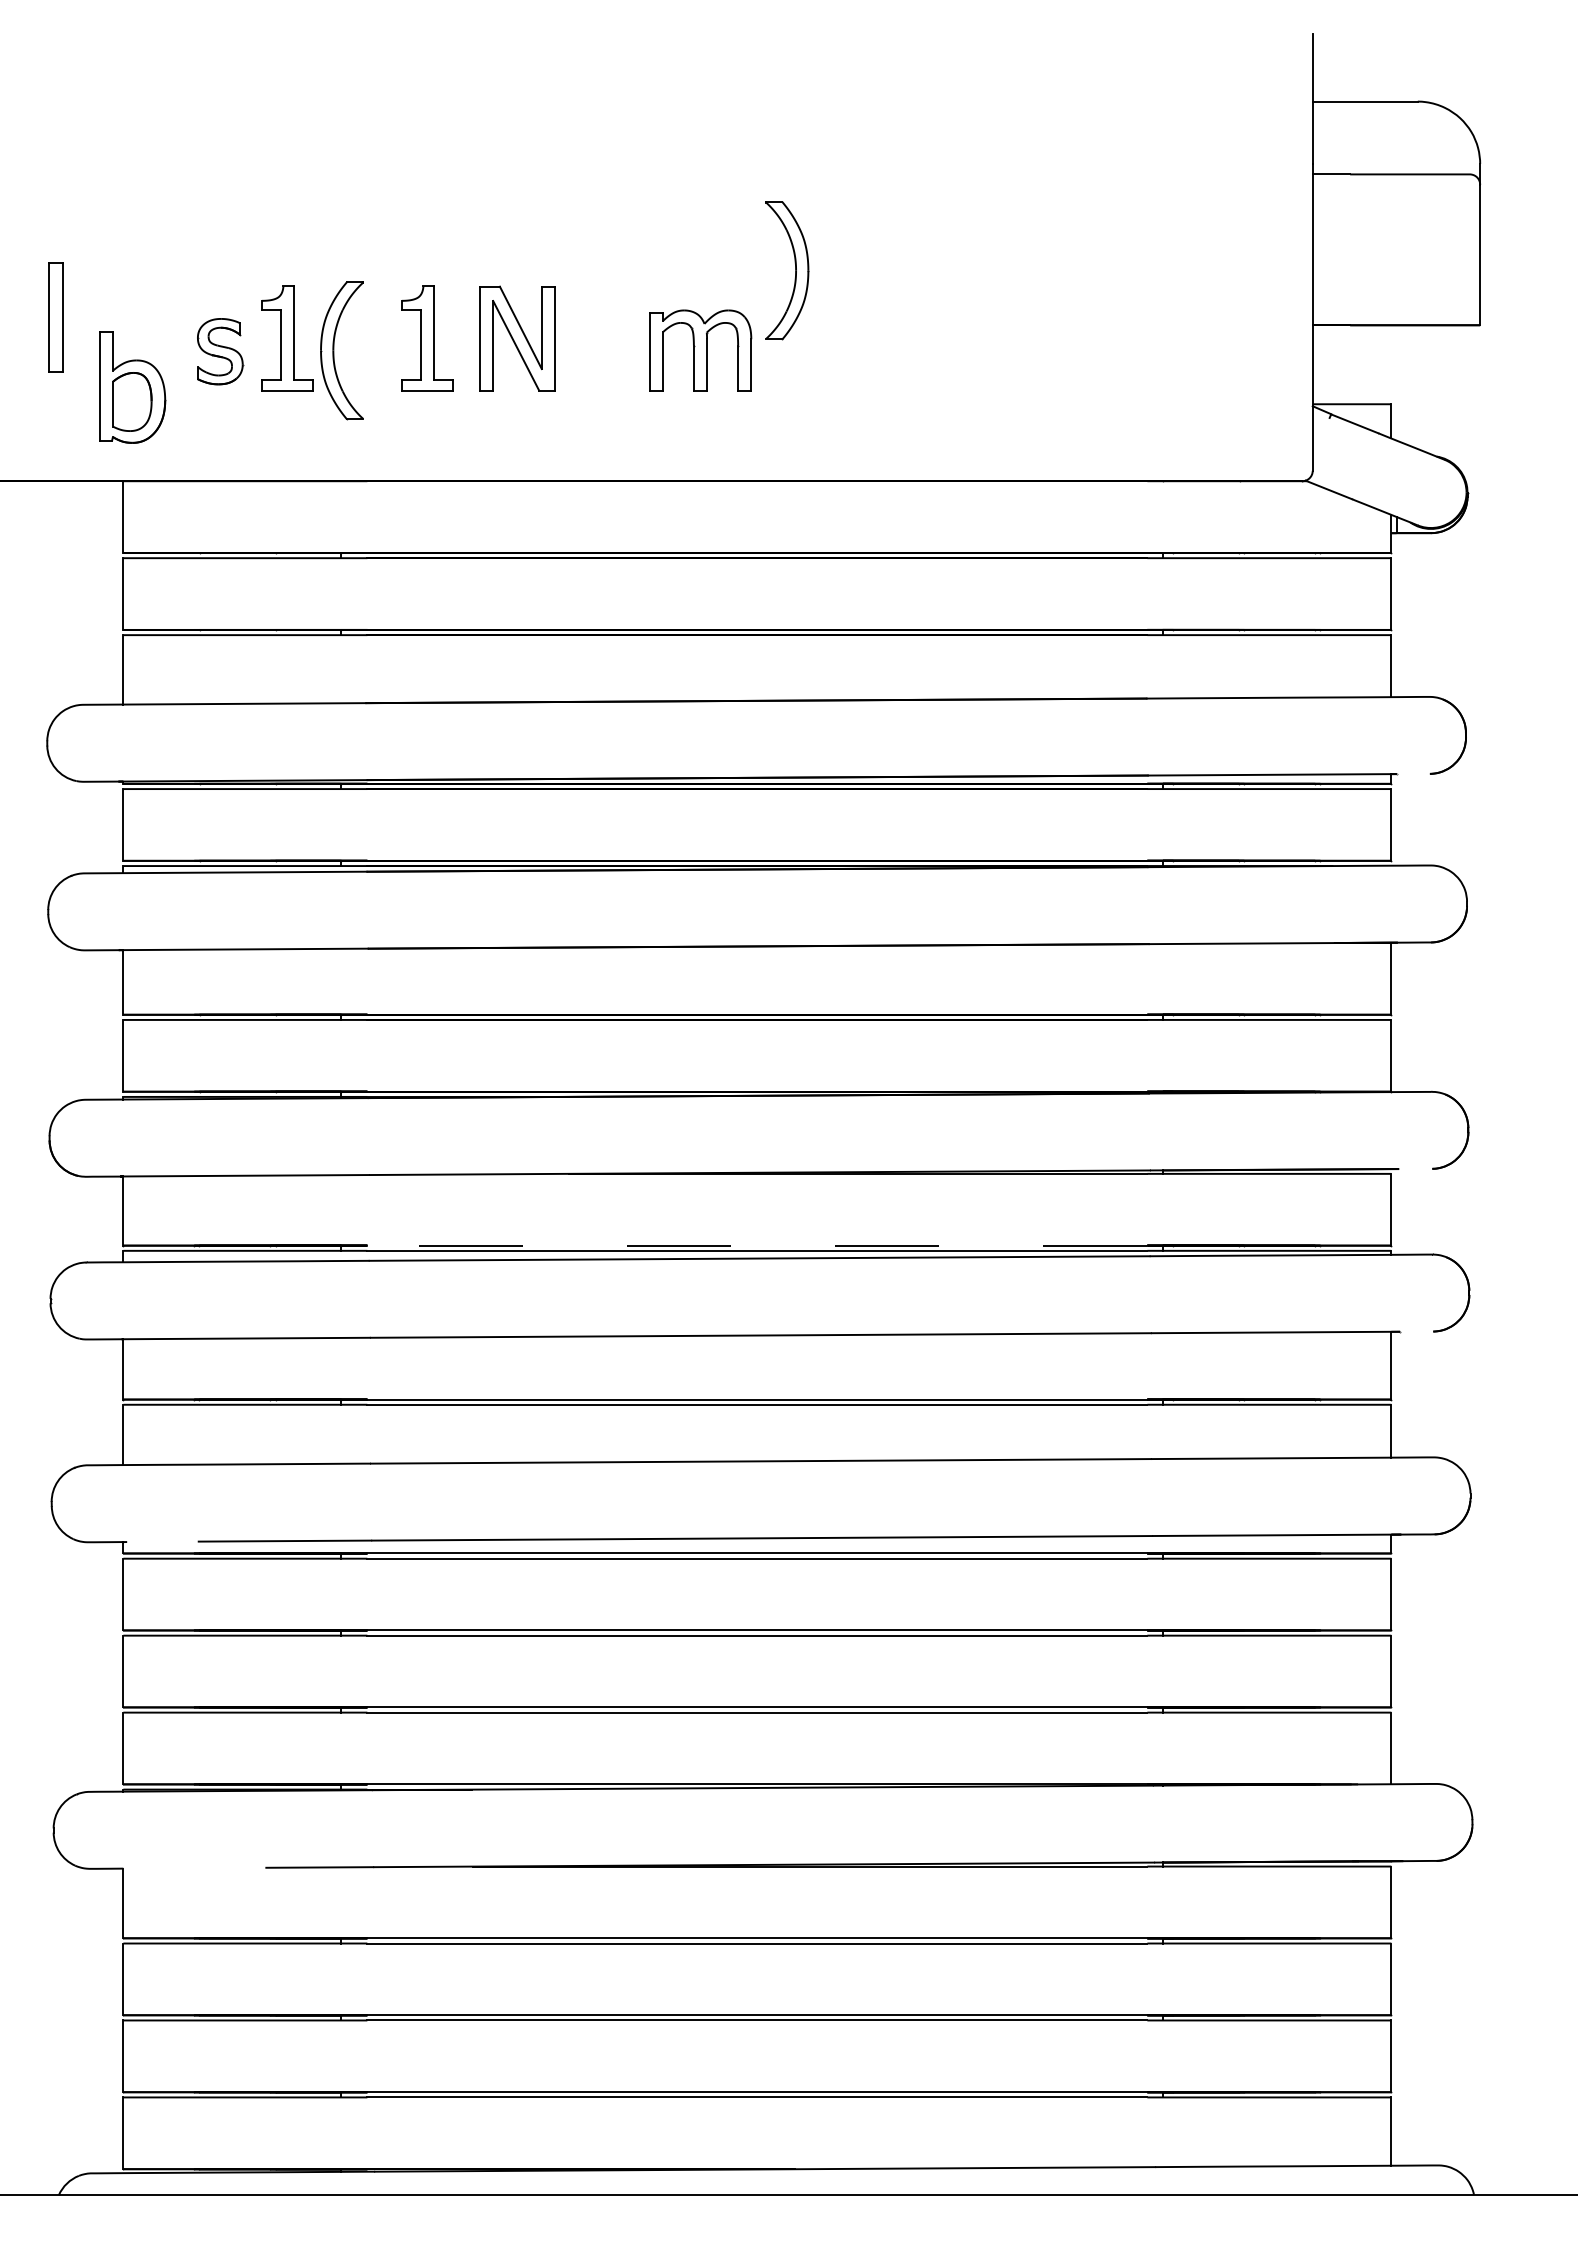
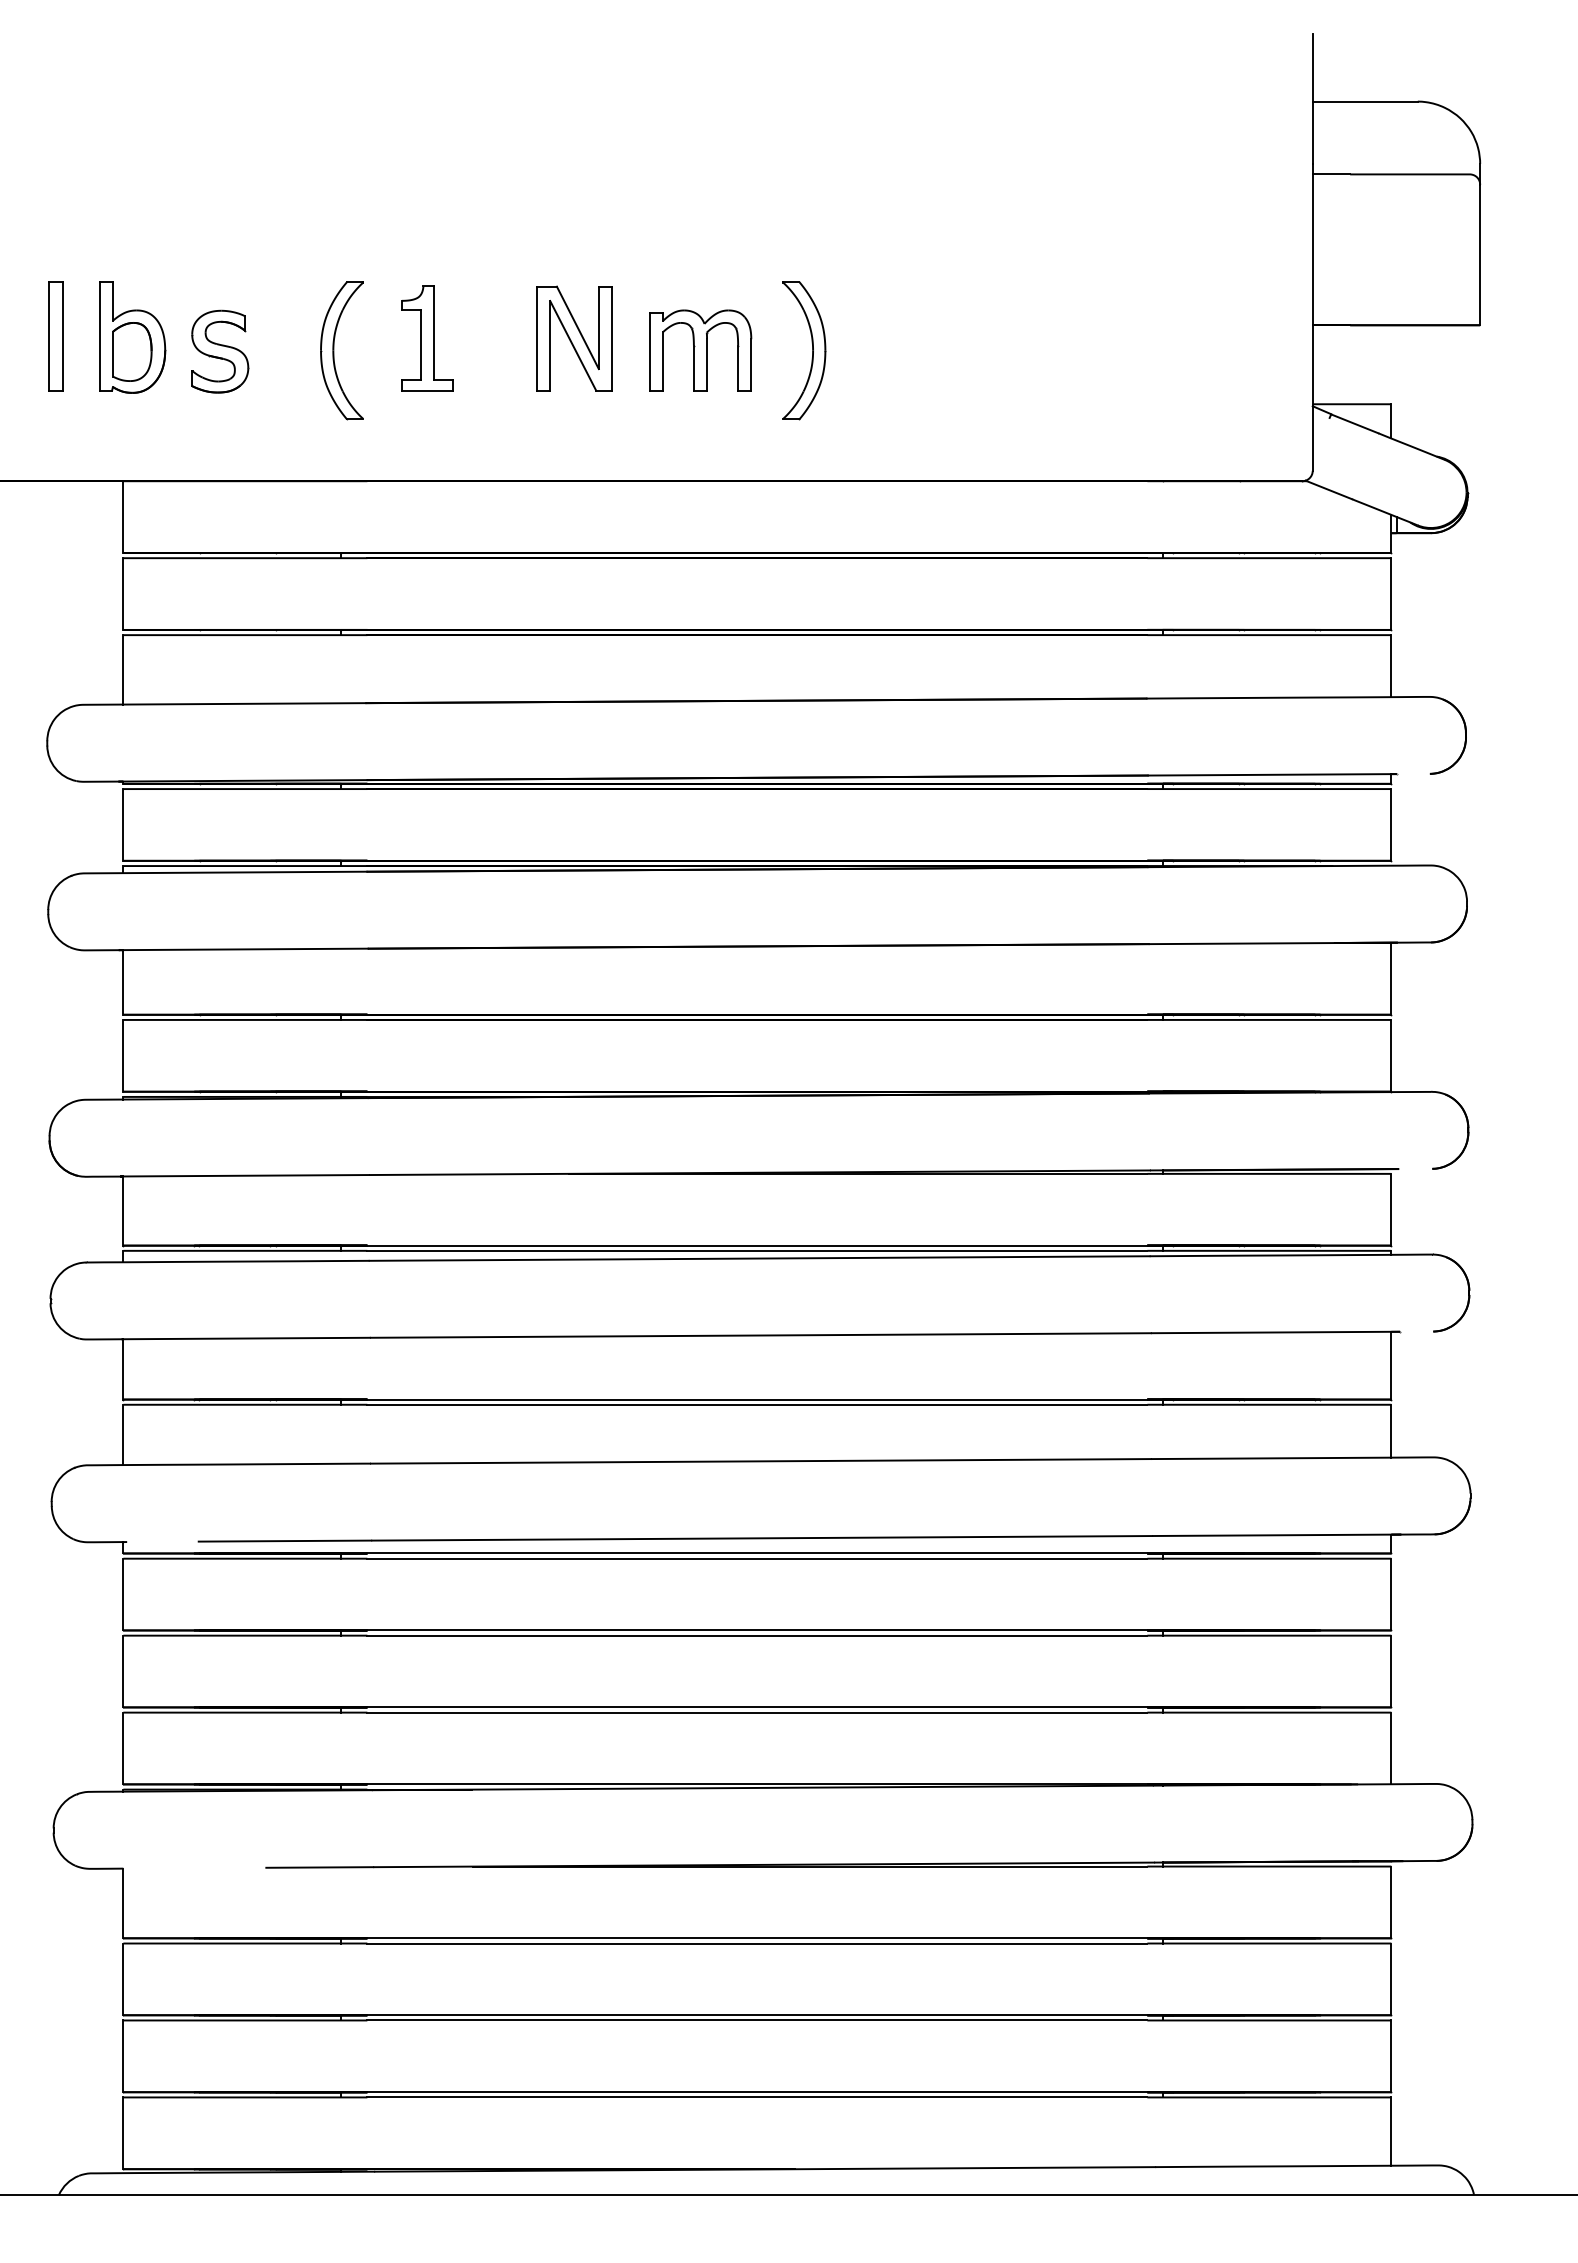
part at (795, 270) position: (795, 270) -> (812, 350)
part at (55, 317) position: (55, 317) -> (55, 336)
part at (287, 338): present -> none
part at (517, 338) position: (517, 338) -> (574, 338)
part at (220, 351) size: 48x68 px -> 59x85 px
part at (132, 387) position: (132, 387) -> (132, 337)
line at (756, 1245): dashed -> solid
